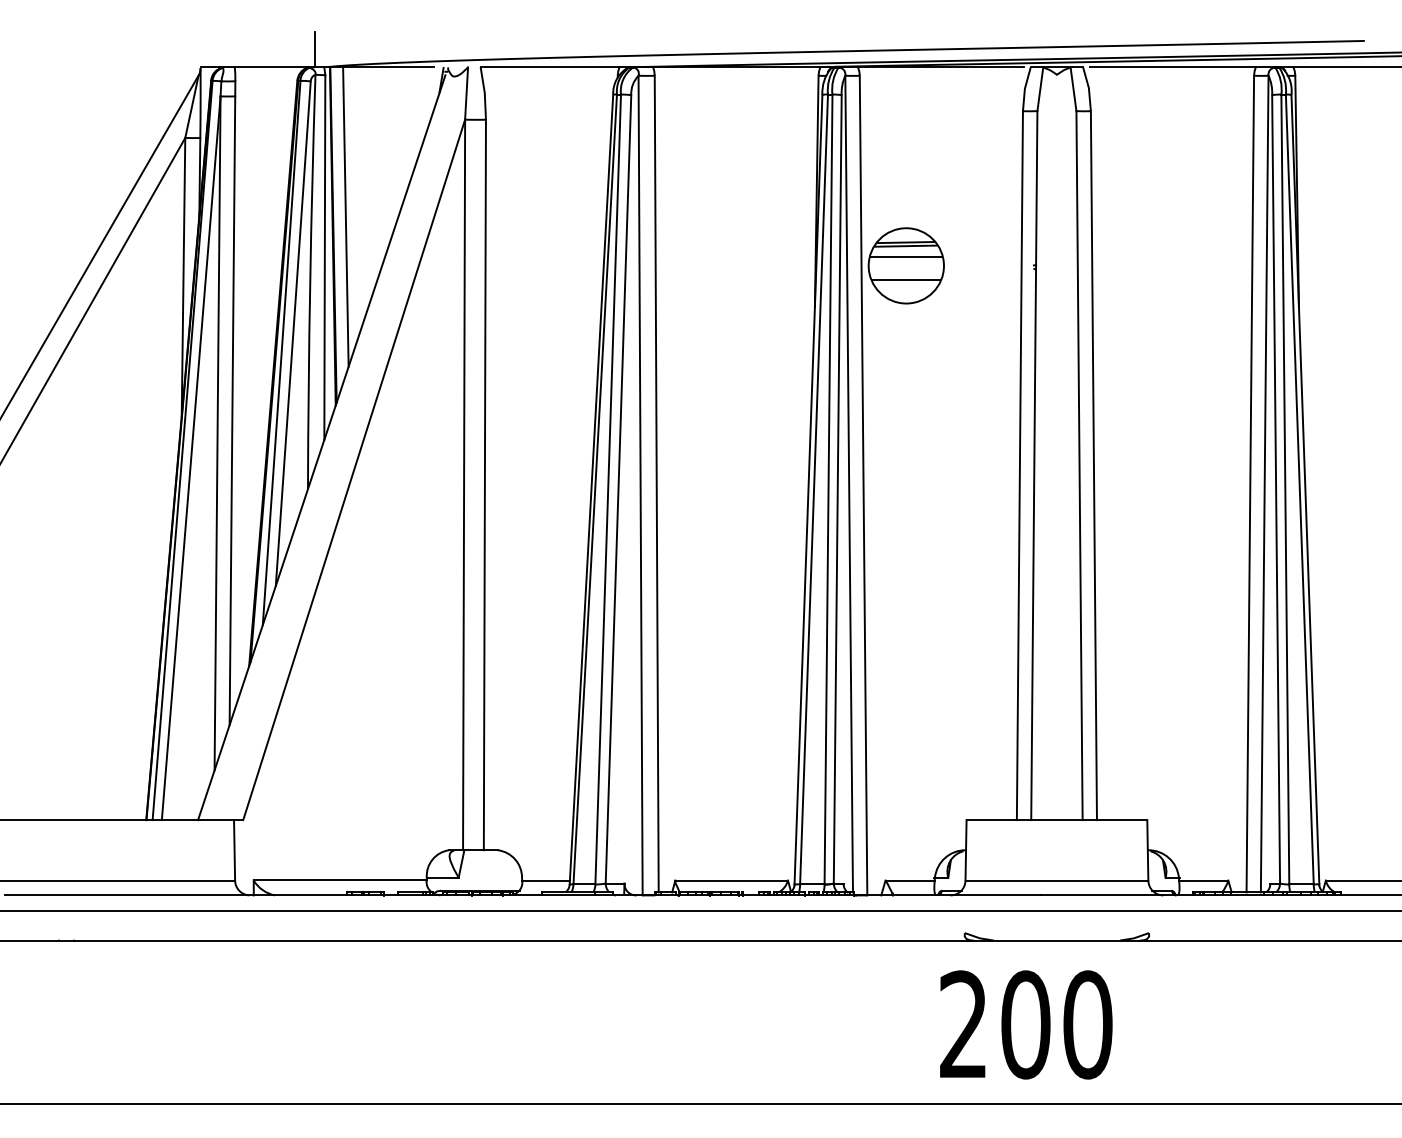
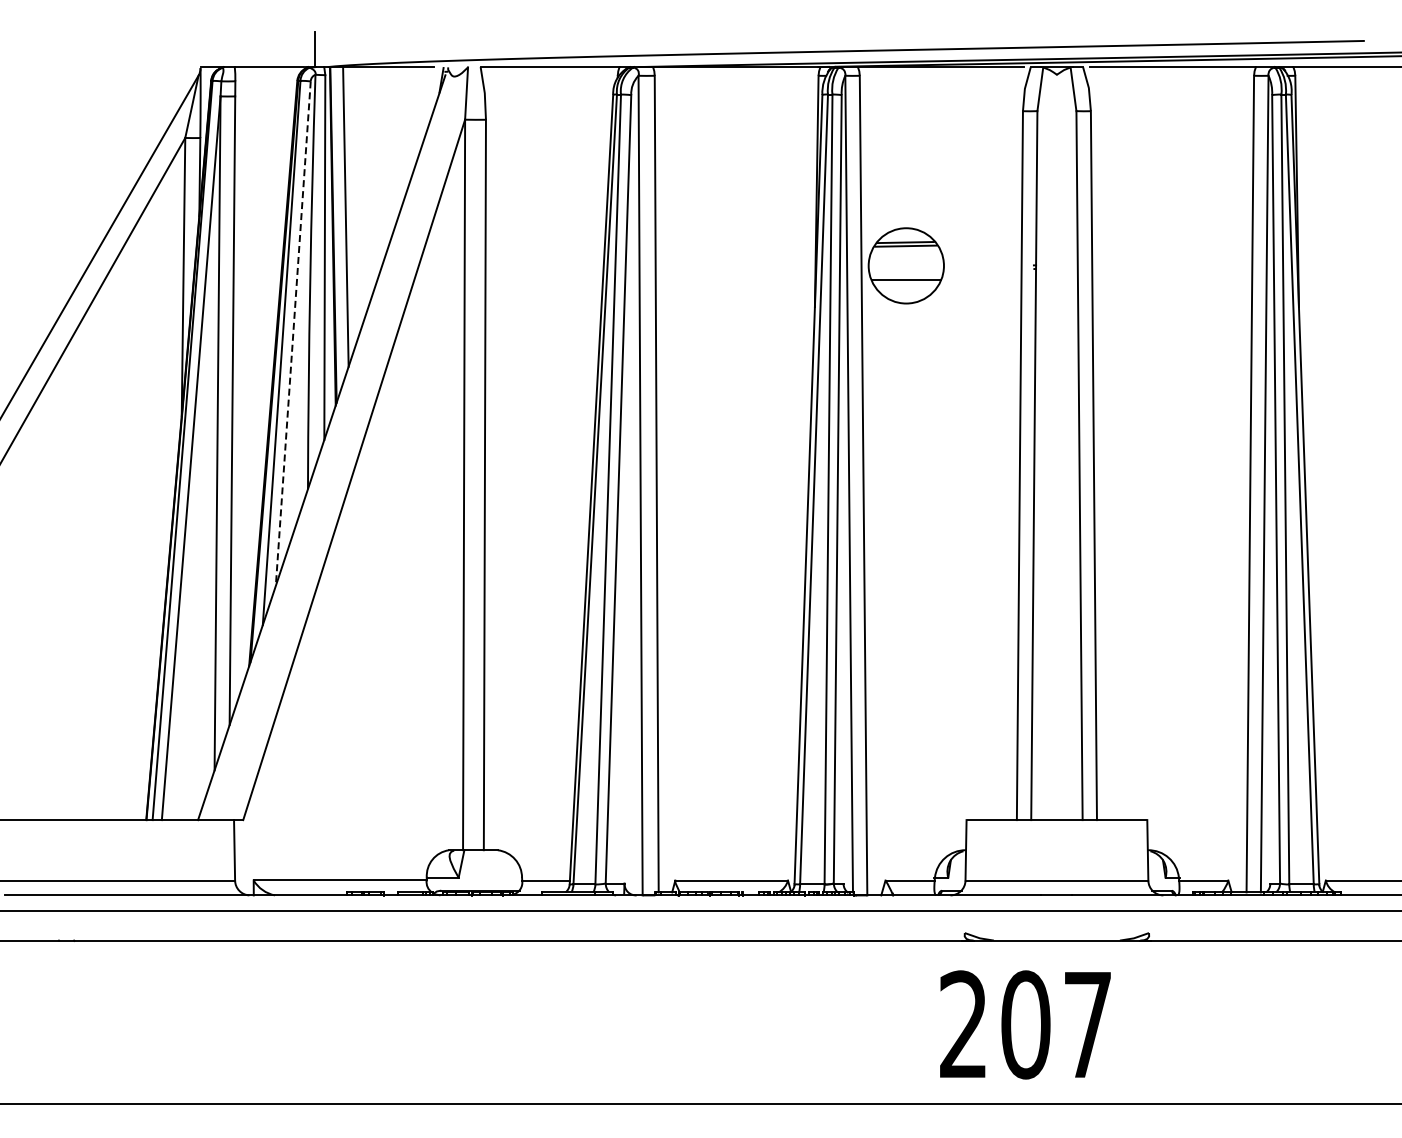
line at (906, 257): present -> none
line at (293, 333): solid -> dashed
text at (1087, 1024): 200 -> 207
